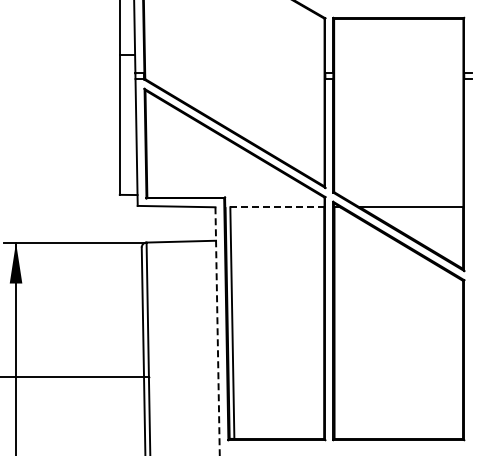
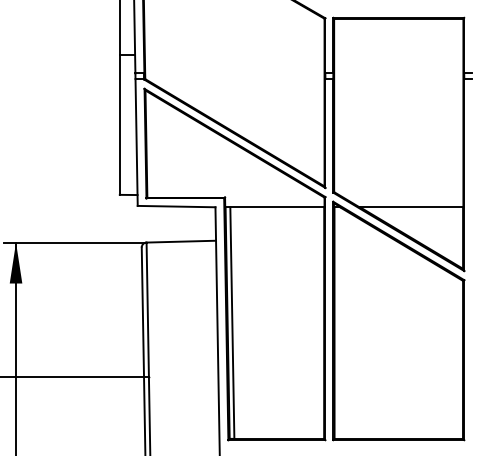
line at (274, 207): dashed -> solid
line at (217, 332): dashed -> solid
